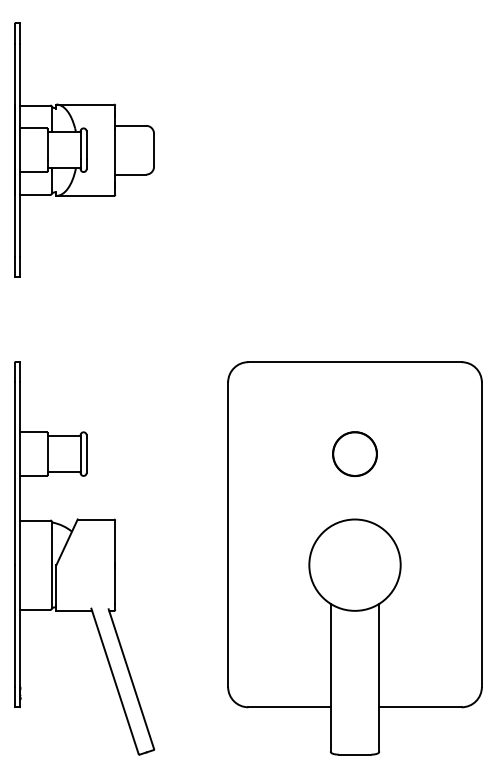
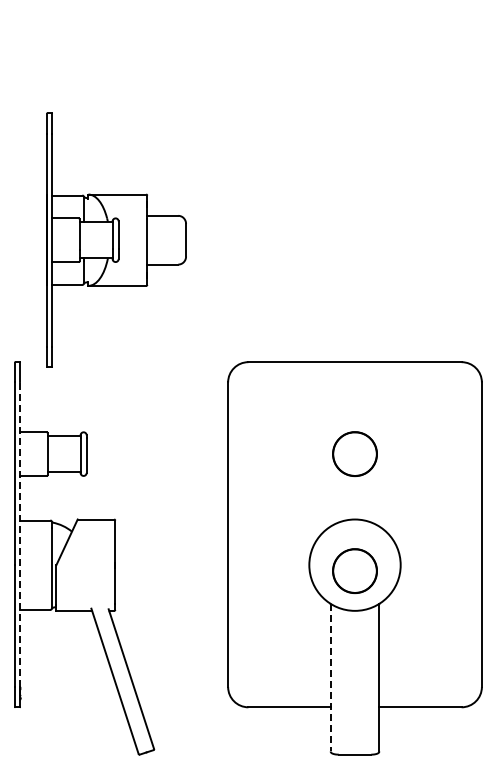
part at (84, 149) position: (84, 149) -> (116, 239)
line at (20, 534): solid -> dashed
circle at (354, 570): none -> present
line at (330, 677): solid -> dashed
